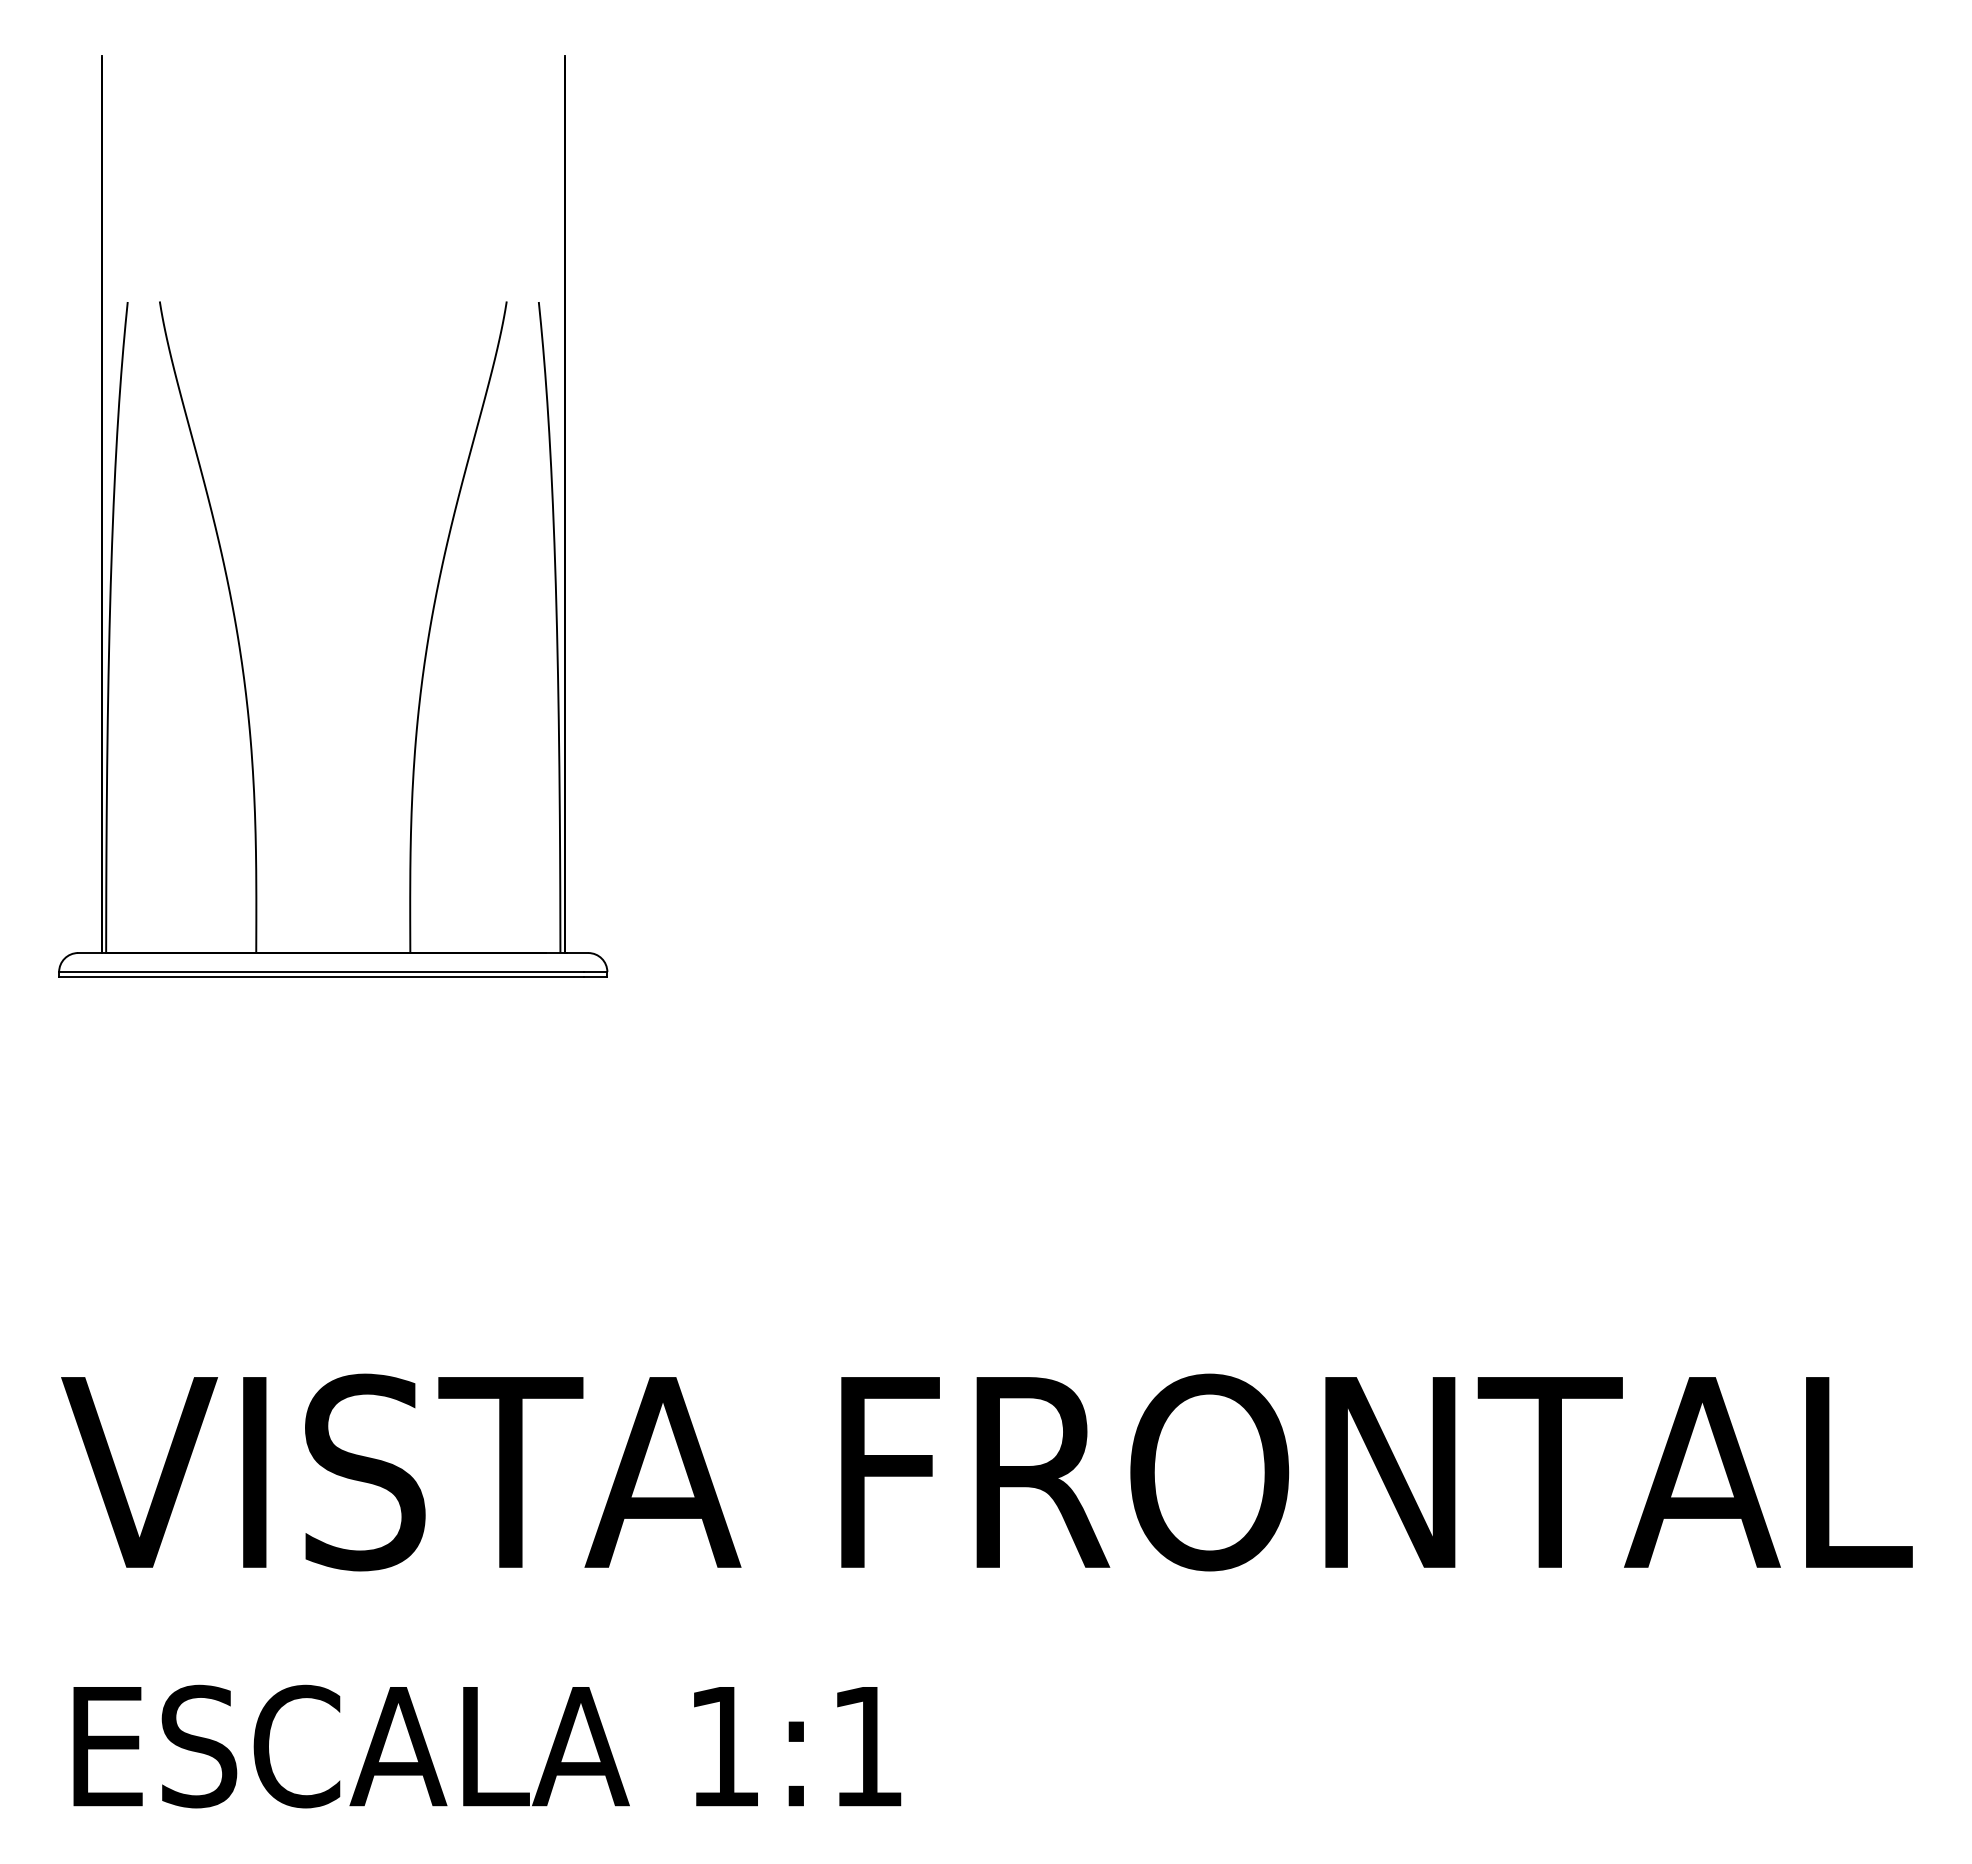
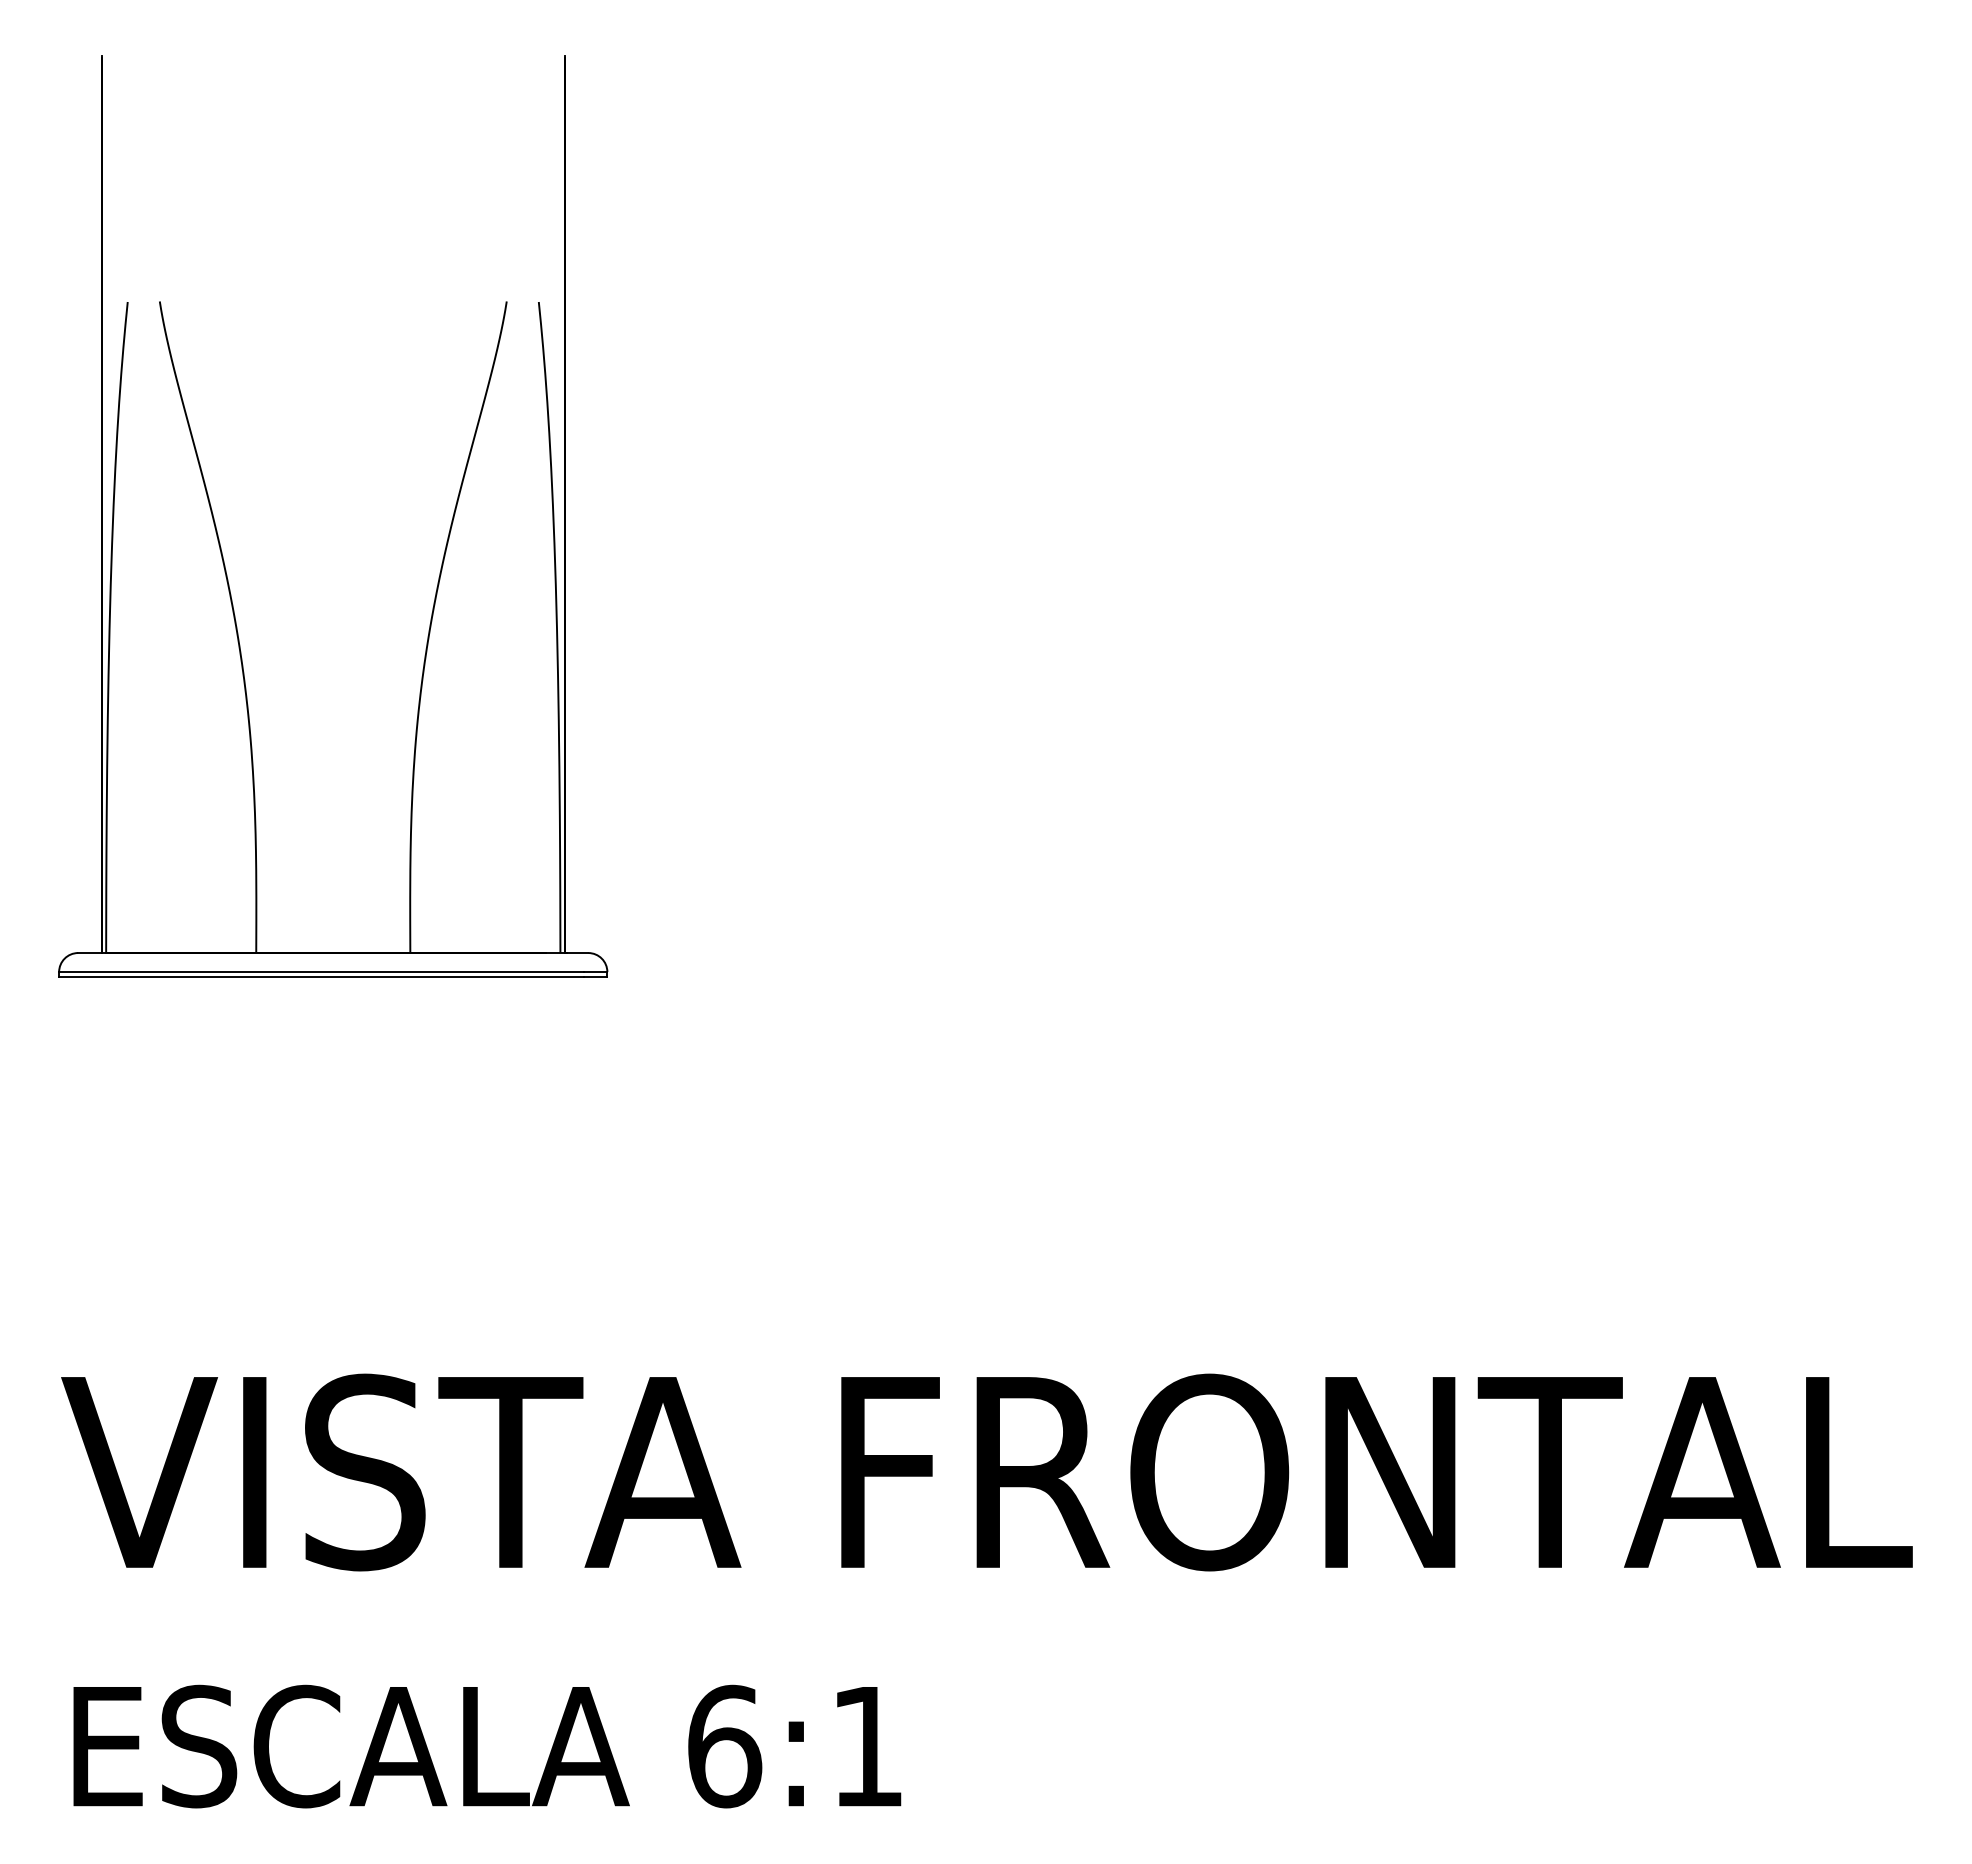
text at (725, 1746): 1:1 -> 6:1
